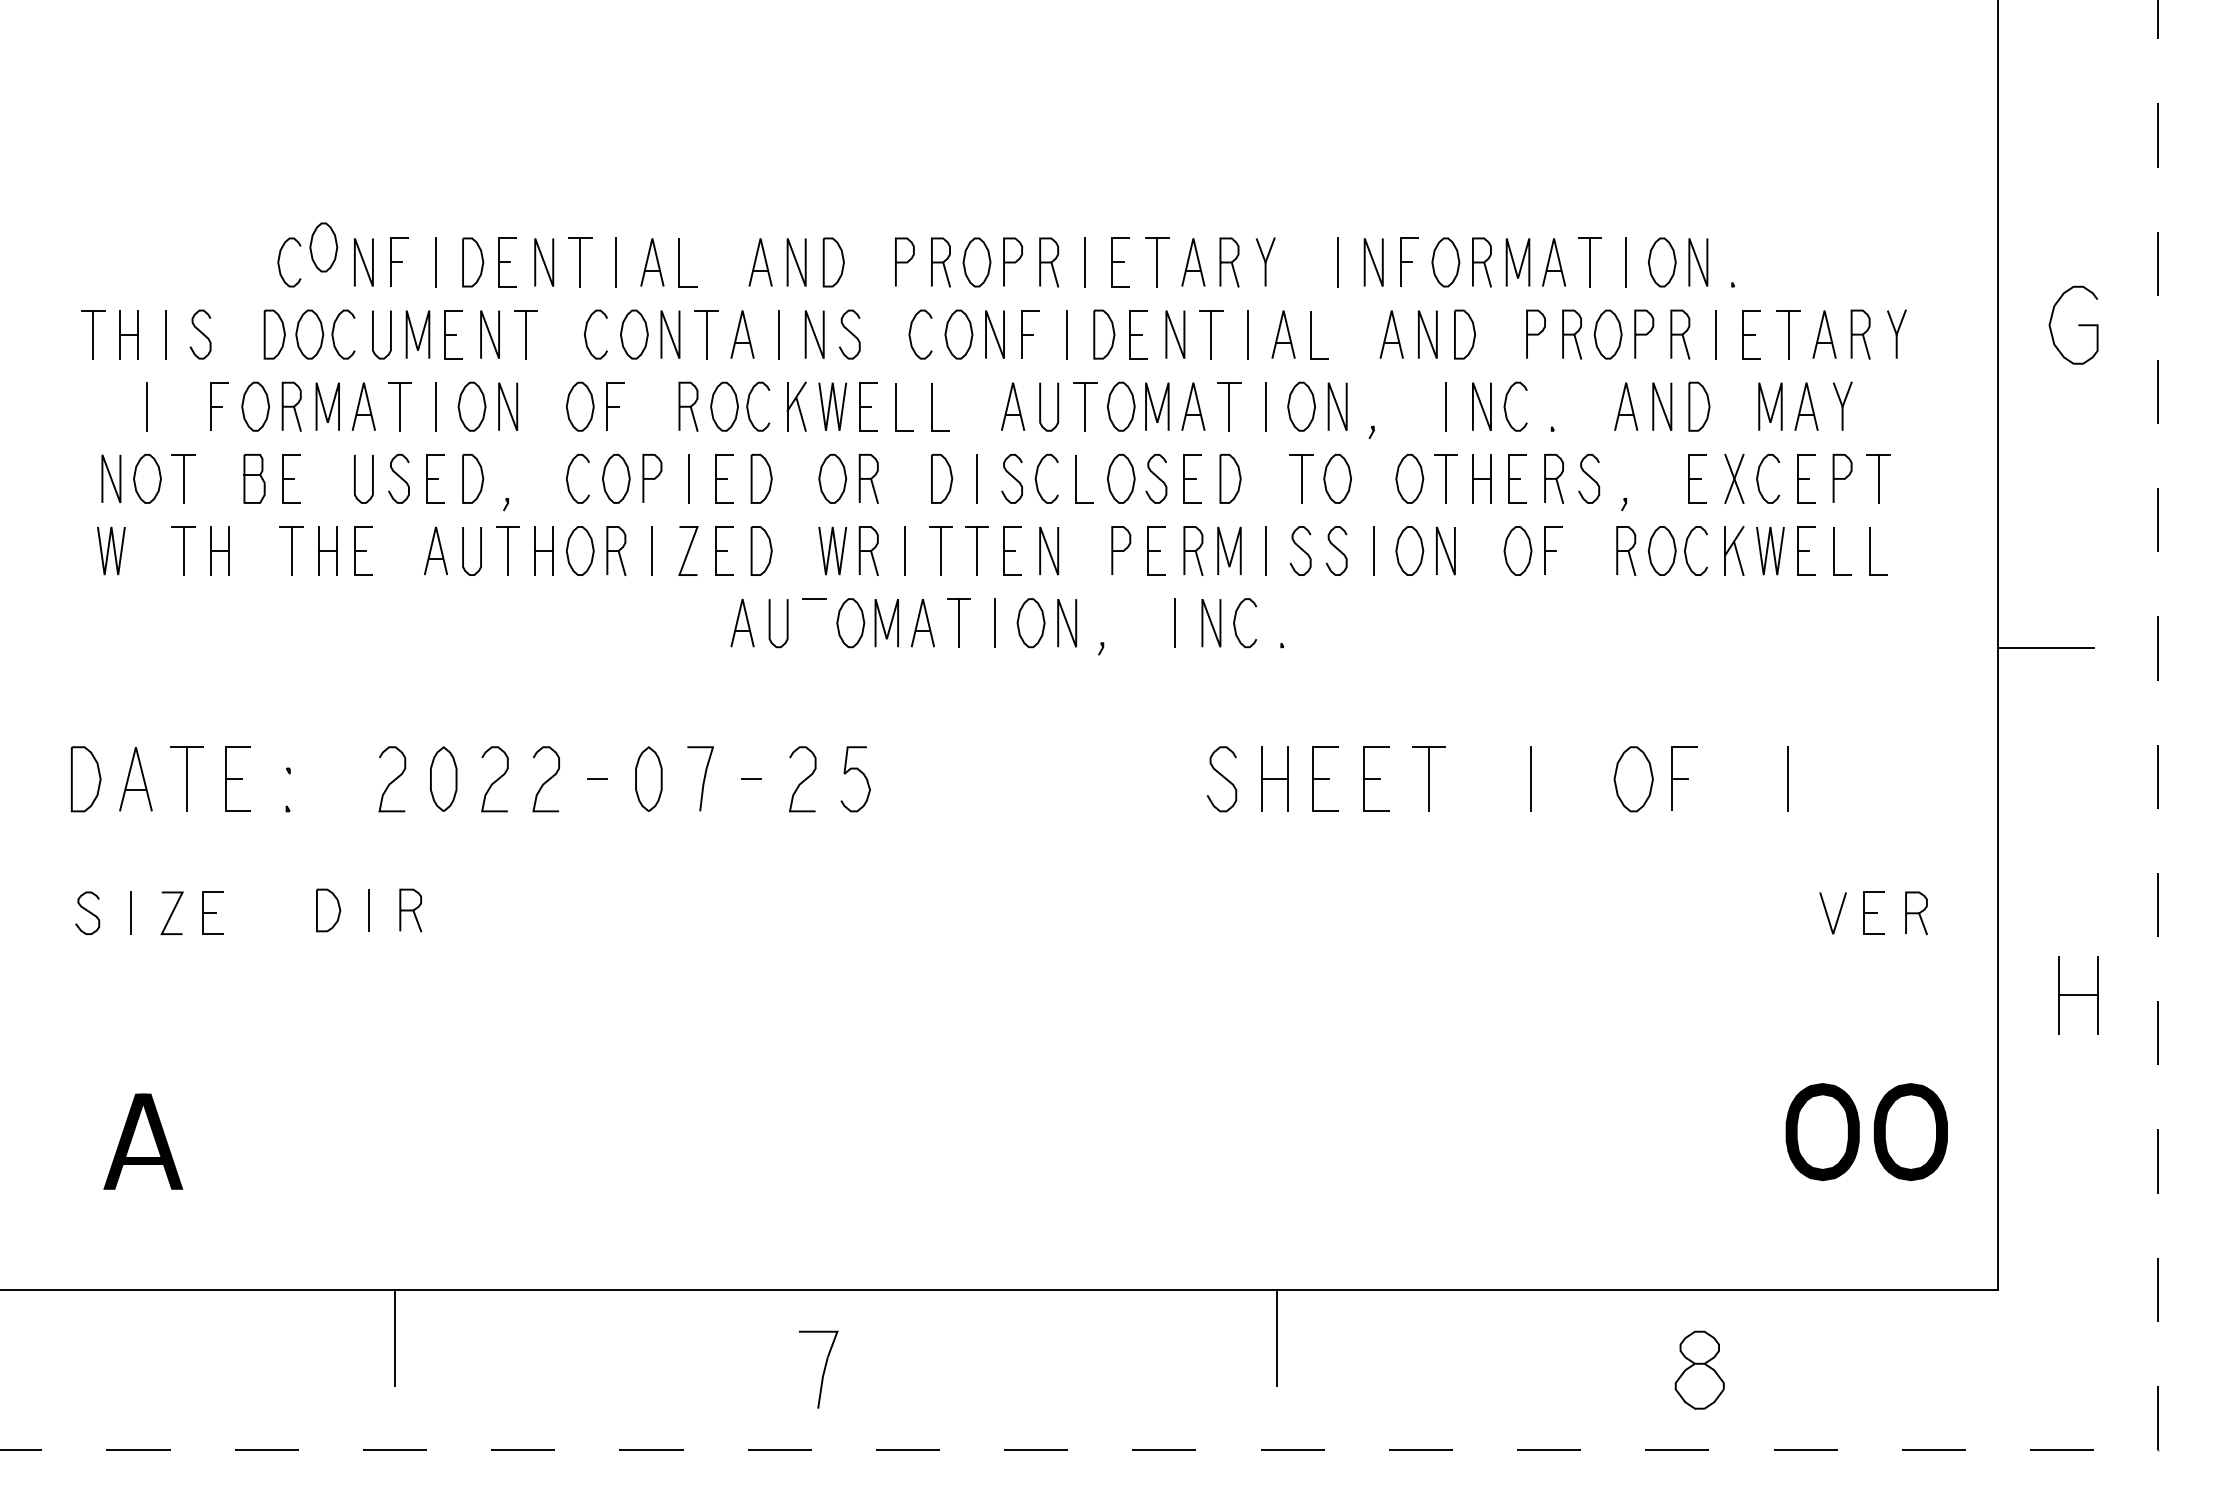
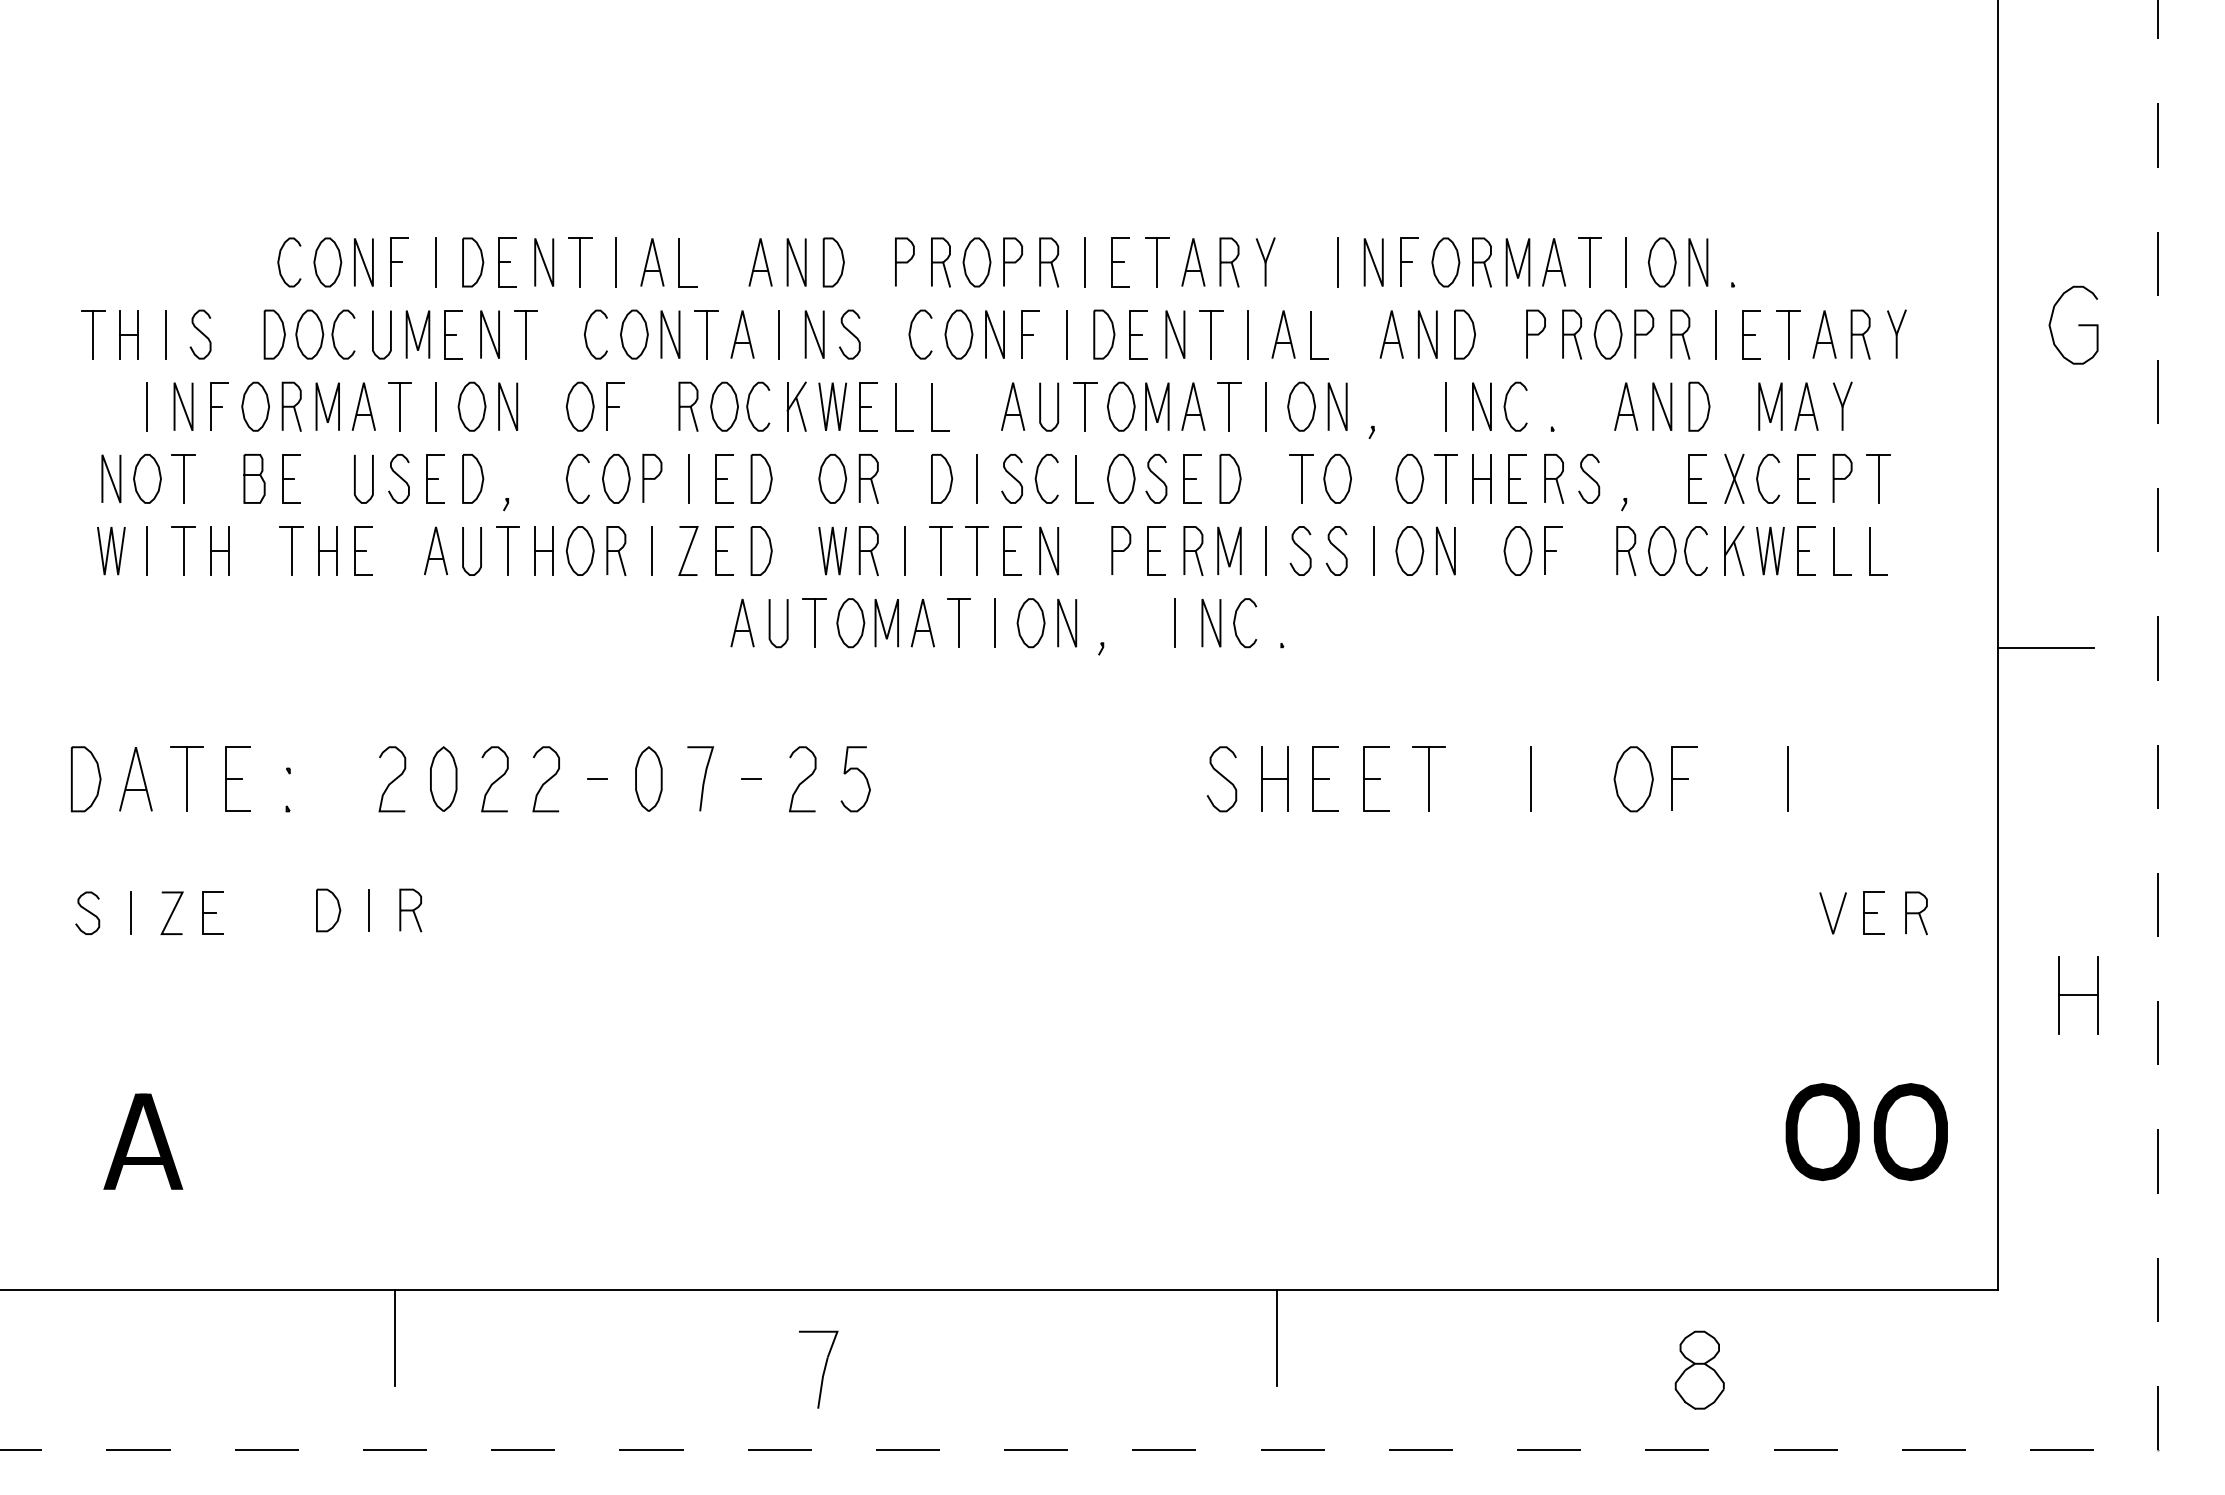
part at (323, 247) position: (323, 247) -> (327, 262)
line at (183, 406): none -> present
line at (147, 550): none -> present
line at (814, 623): none -> present
